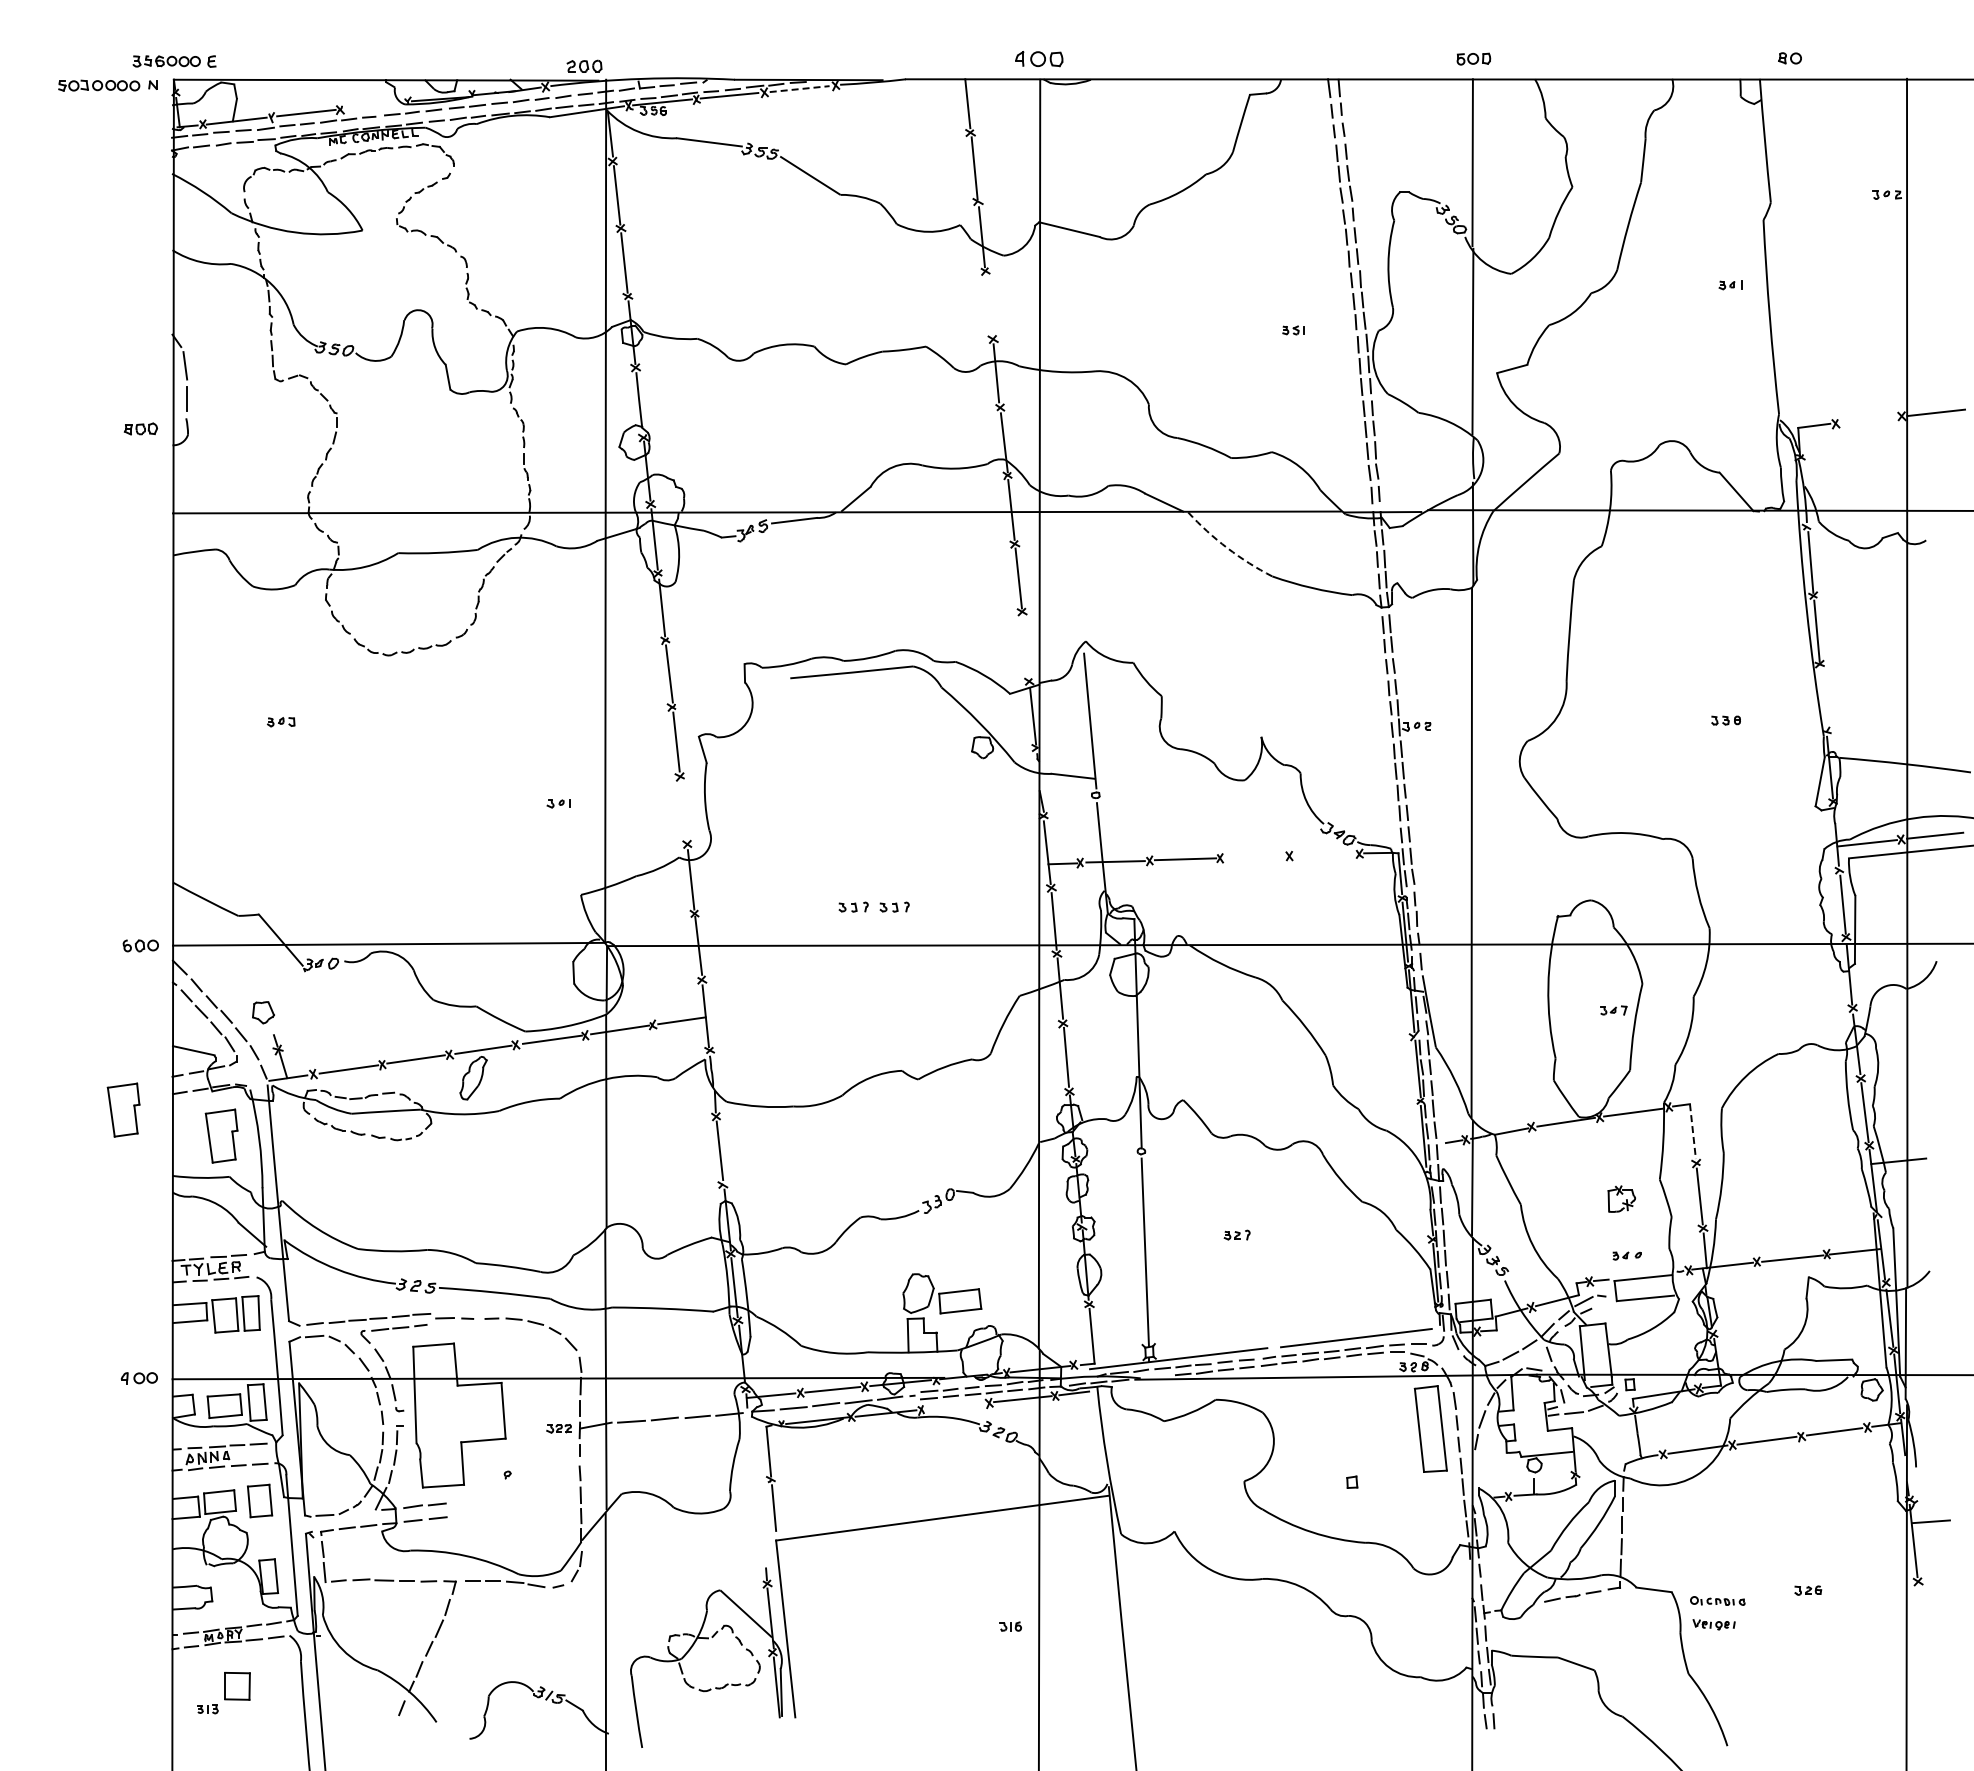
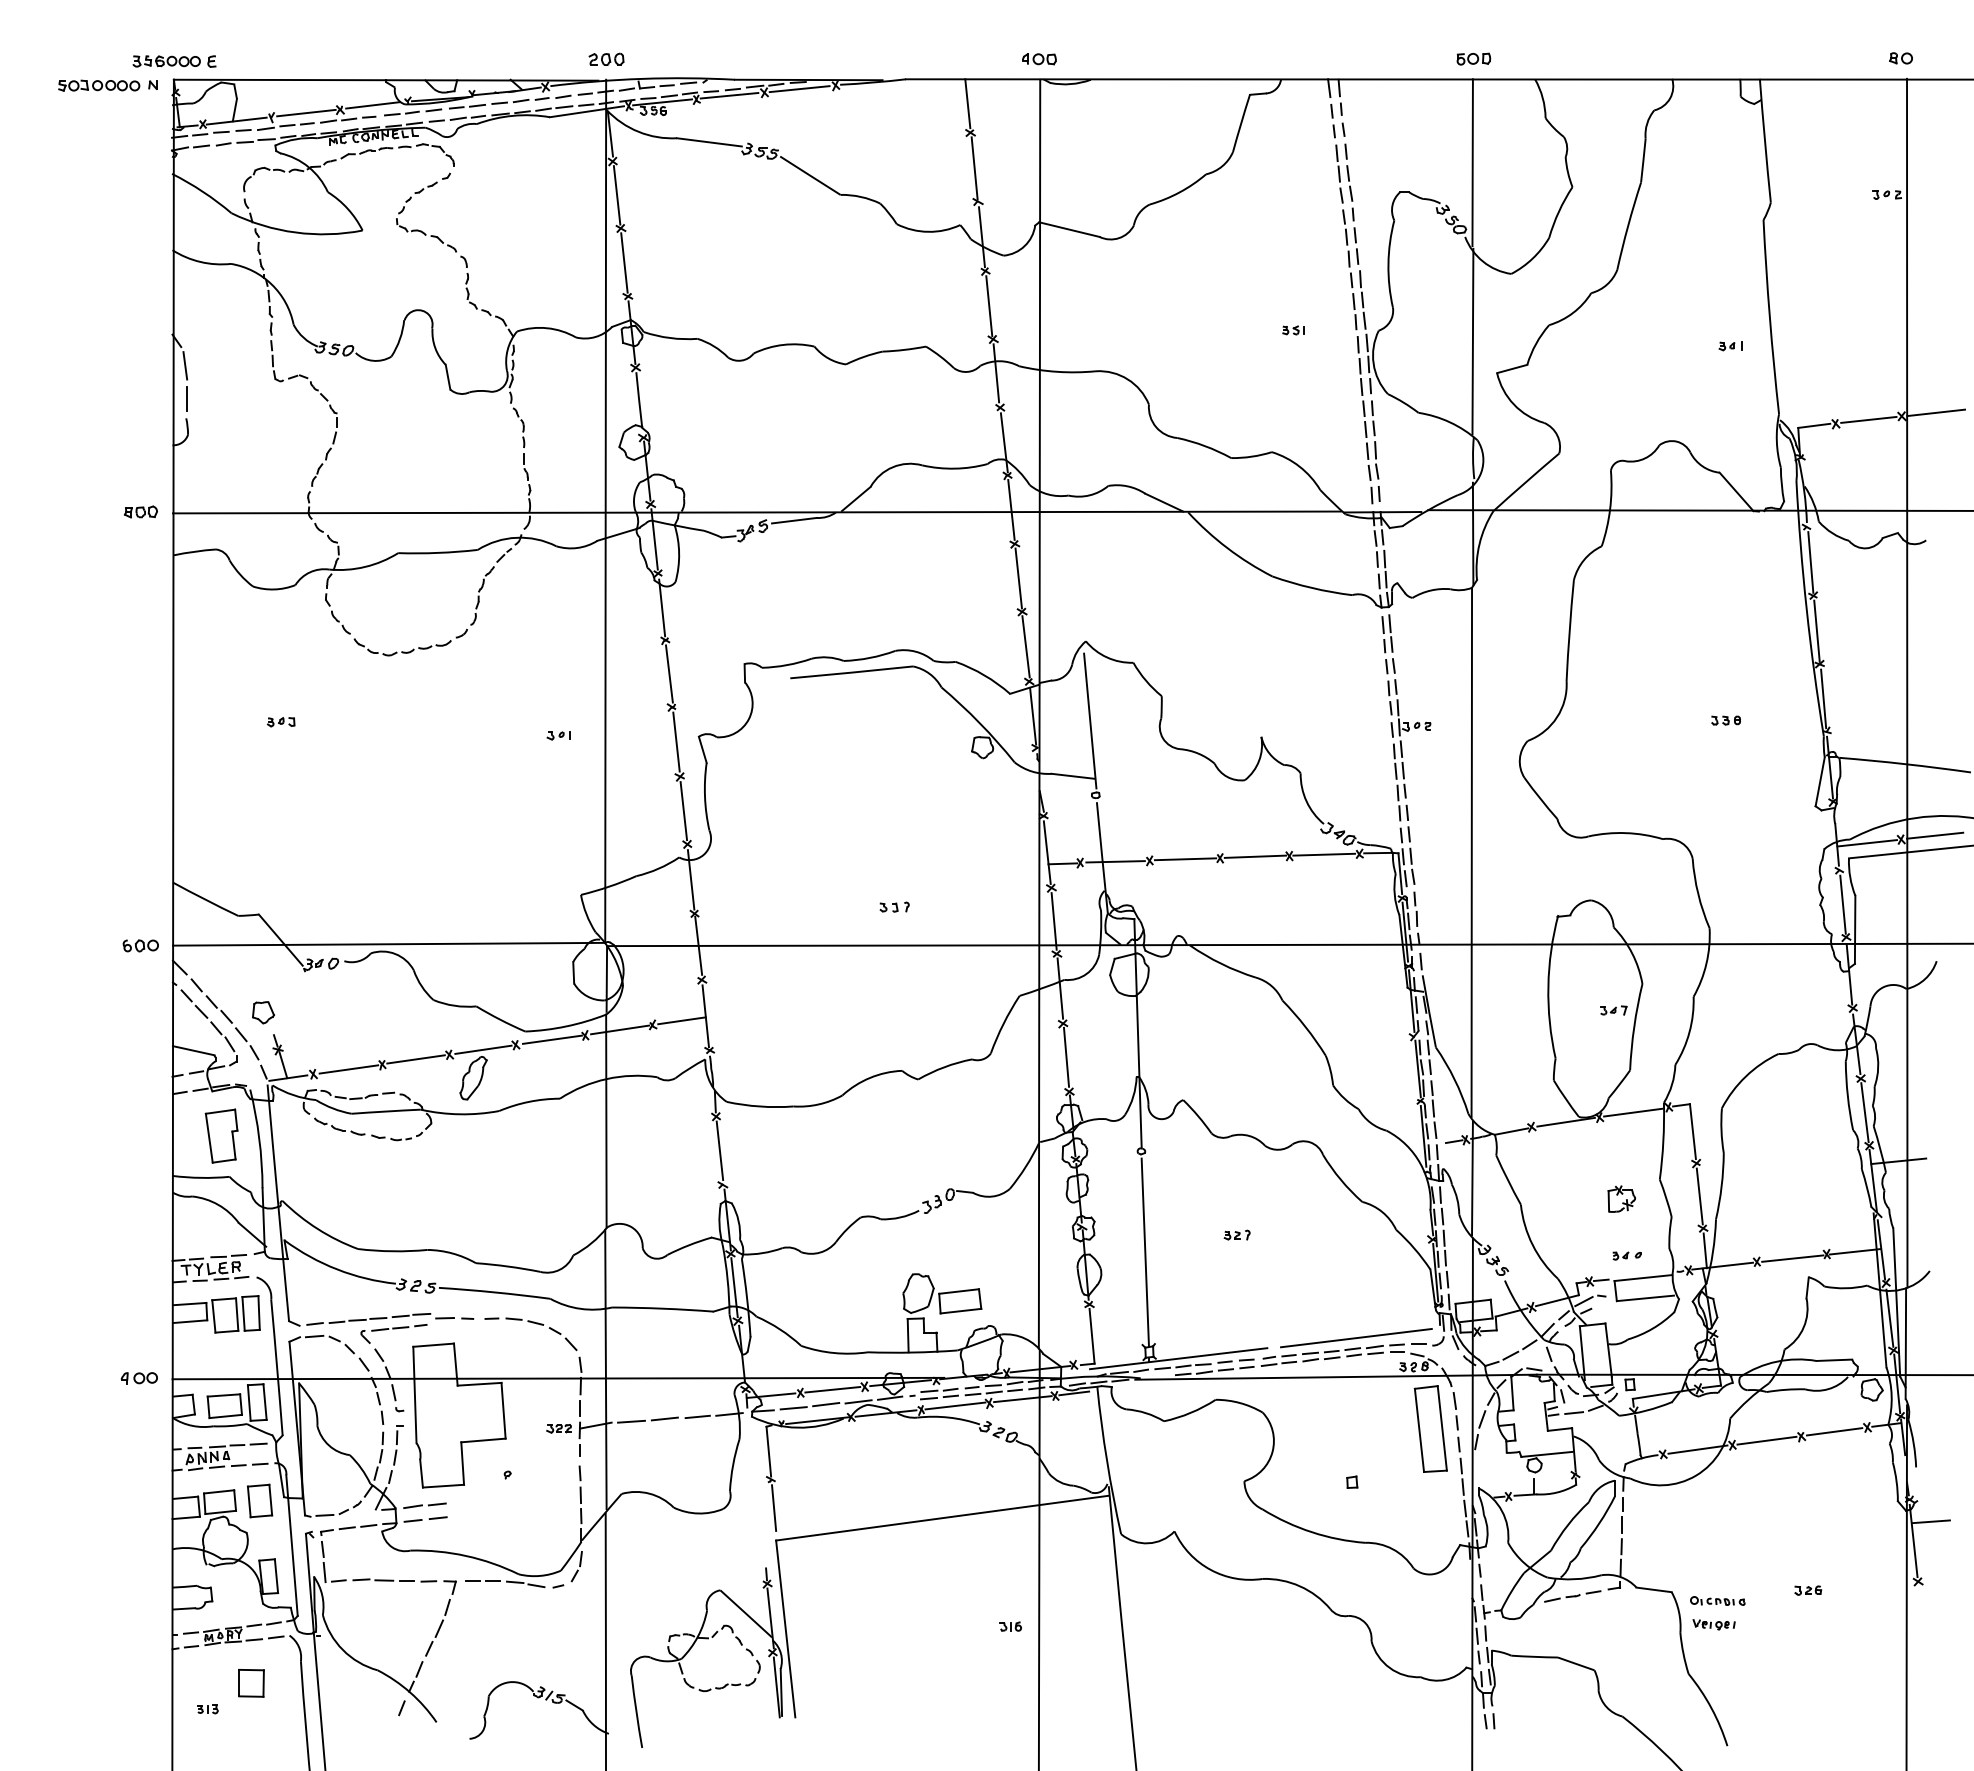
part at (1789, 58) position: (1789, 58) -> (1900, 58)
part at (1039, 59) size: 49x17 px -> 35x13 px
part at (584, 65) position: (584, 65) -> (606, 58)
line at (800, 89): dashed -> solid
line at (373, 105): none -> present
part at (1730, 285) position: (1730, 285) -> (1730, 346)
line at (989, 306): none -> present
line at (1868, 419): none -> present
part at (140, 428) position: (140, 428) -> (140, 511)
arc at (1227, 548): dashed -> solid
line at (1025, 646): none -> present
line at (1823, 698): none -> present
part at (558, 803) position: (558, 803) -> (558, 735)
line at (683, 811): none -> present
line at (1324, 854): none -> present
line at (1255, 856): none -> present
part at (853, 906): present -> none
part at (123, 1109): present -> none
line at (1692, 1131): dashed -> solid
line at (955, 1405): none -> present
part at (237, 1686) position: (237, 1686) -> (251, 1683)
